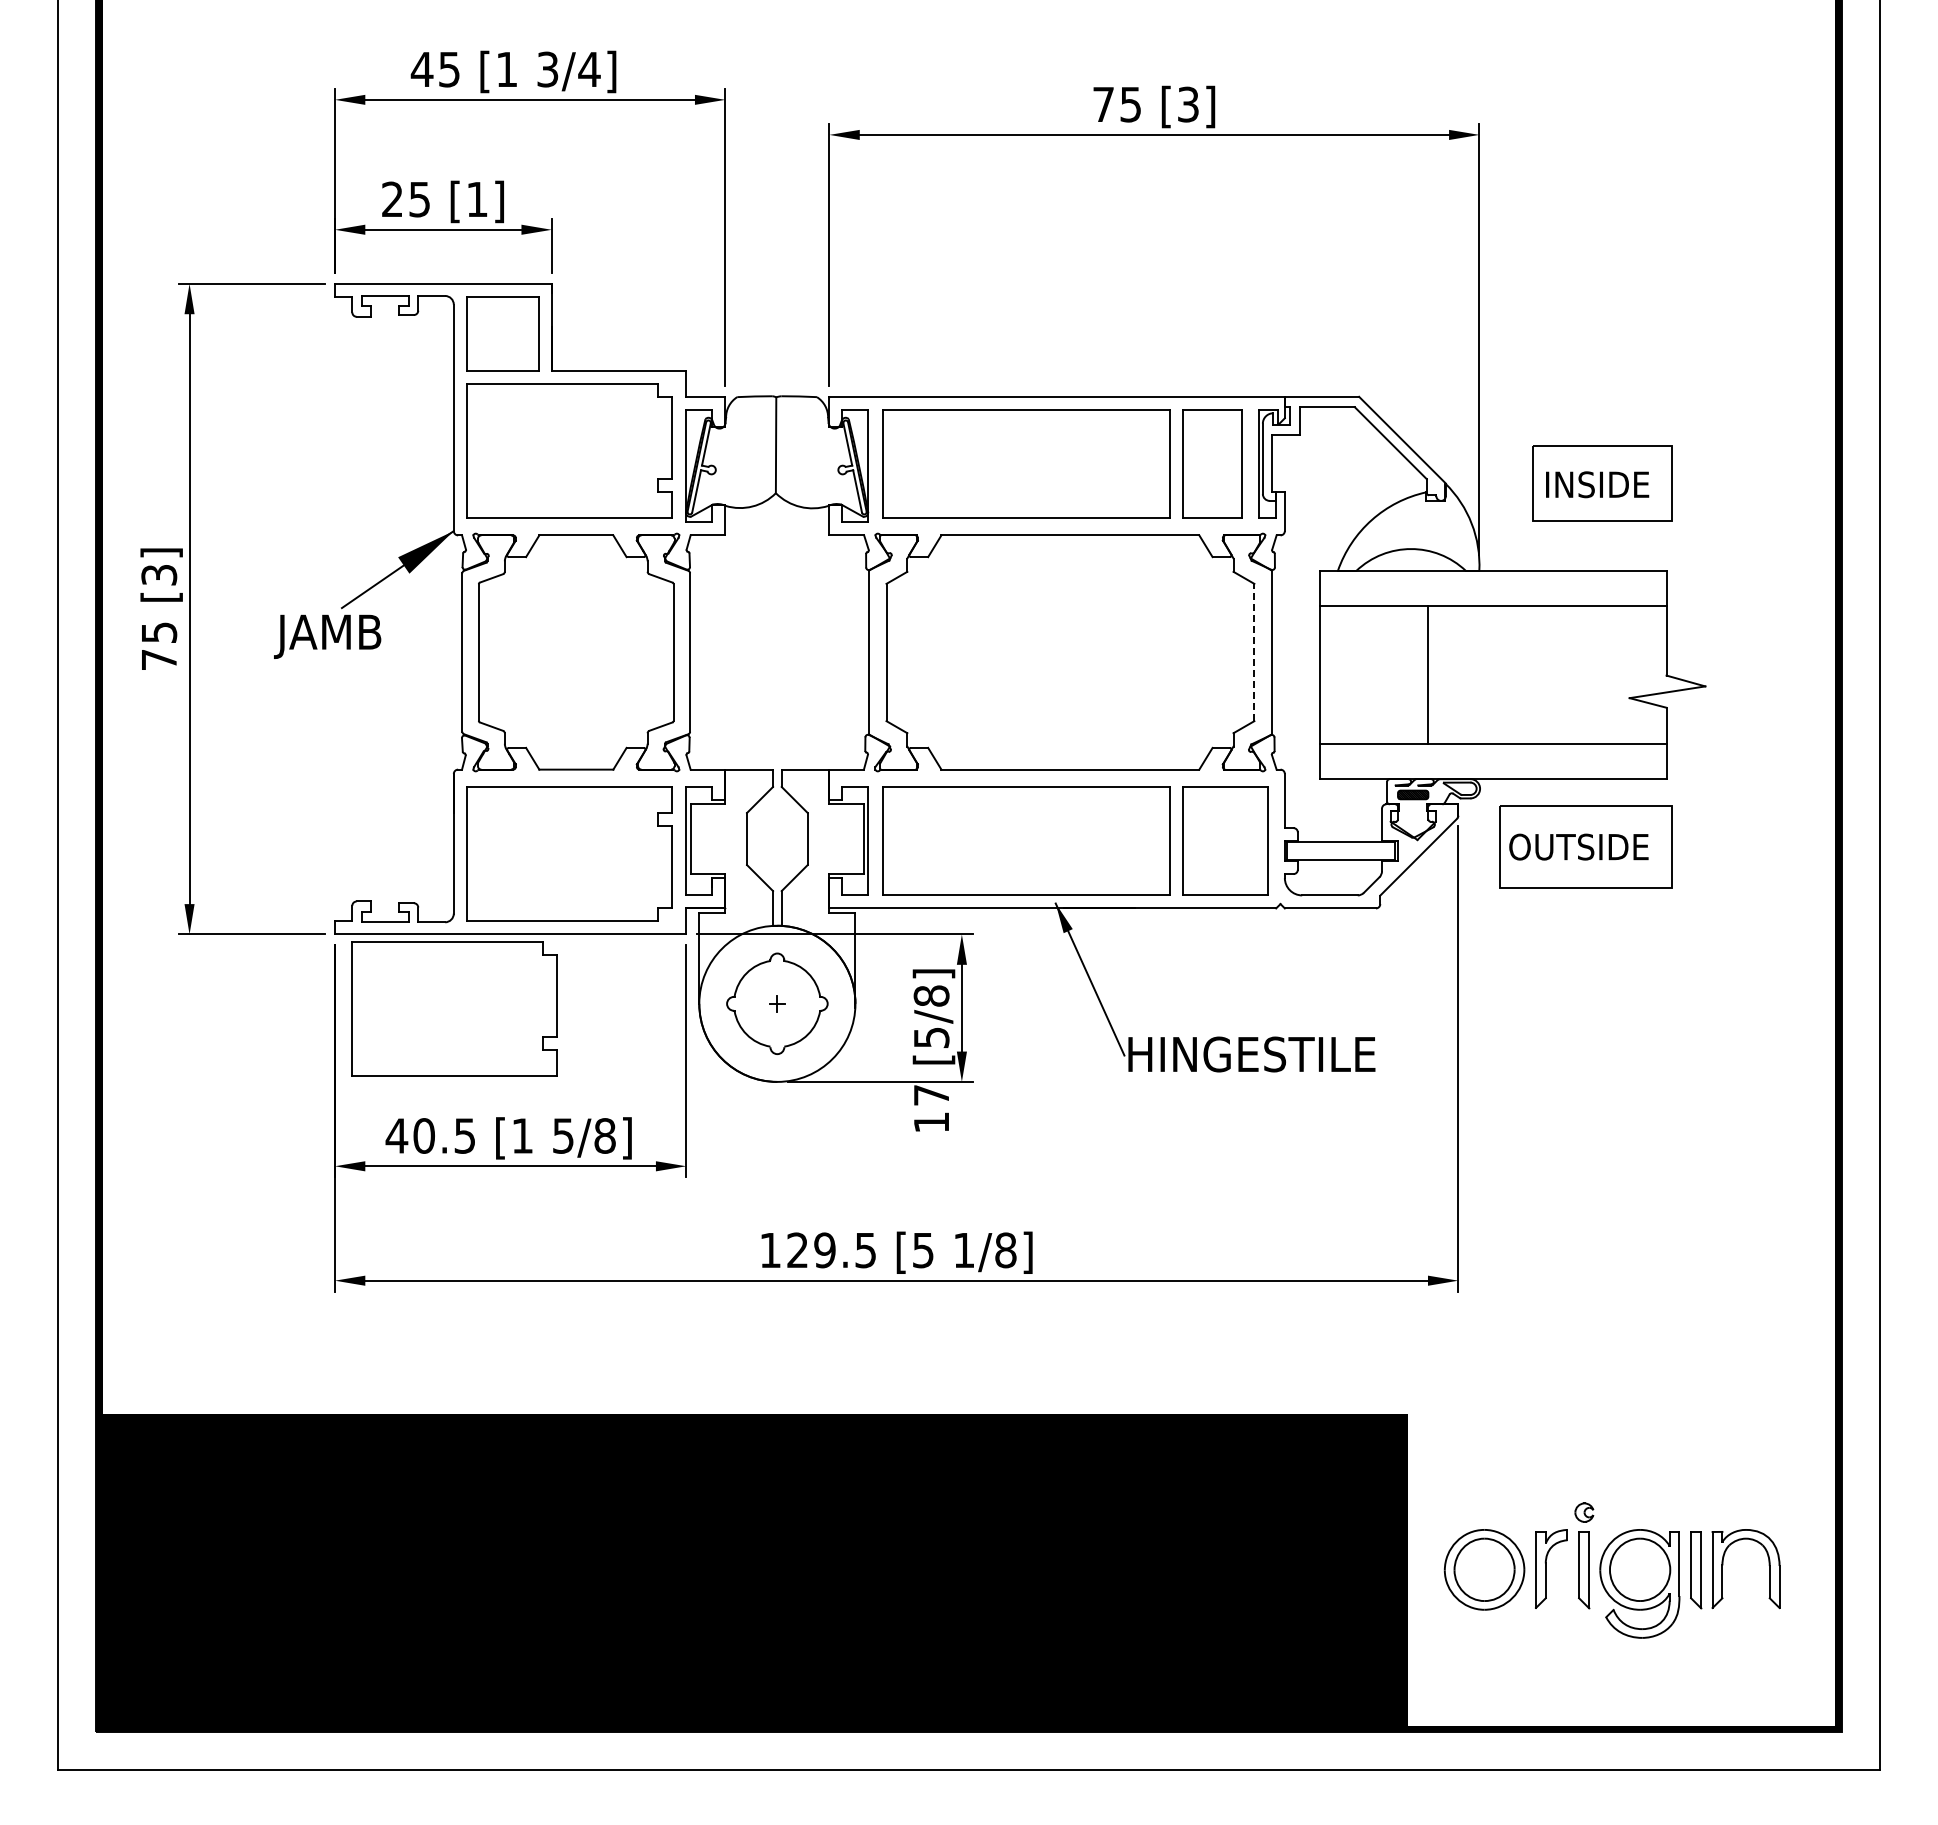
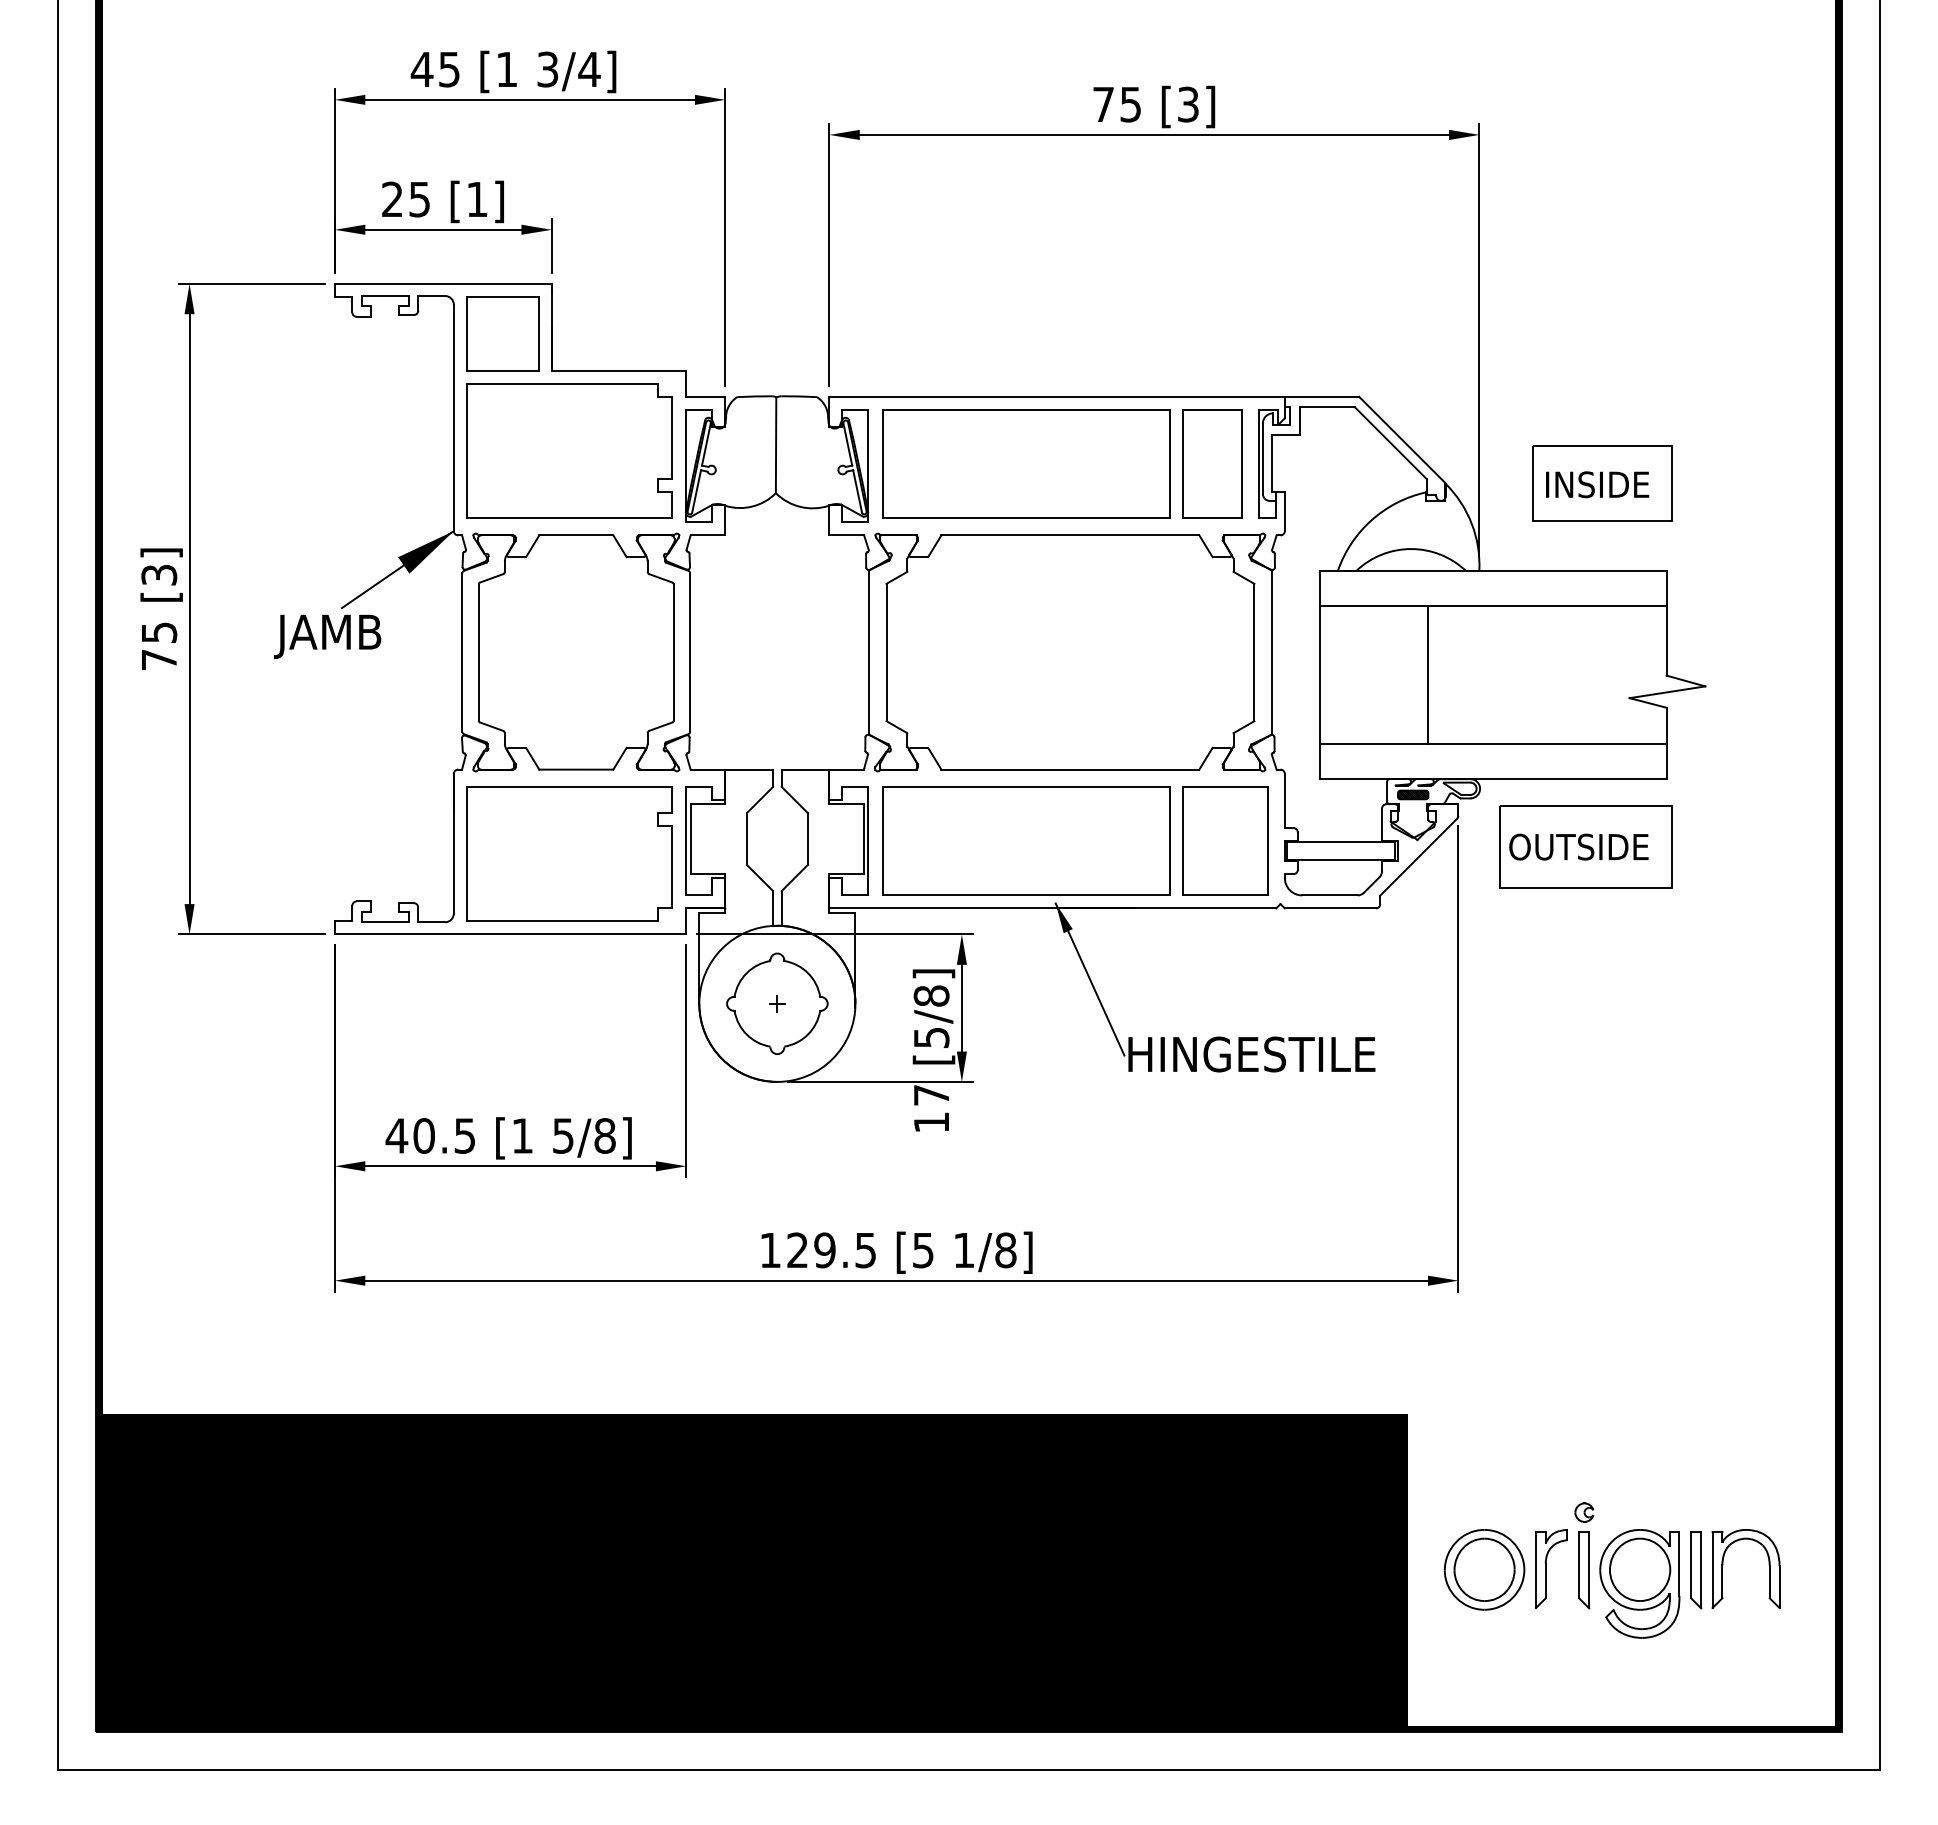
line at (1254, 652): dashed -> solid
part at (454, 1008): present -> none
